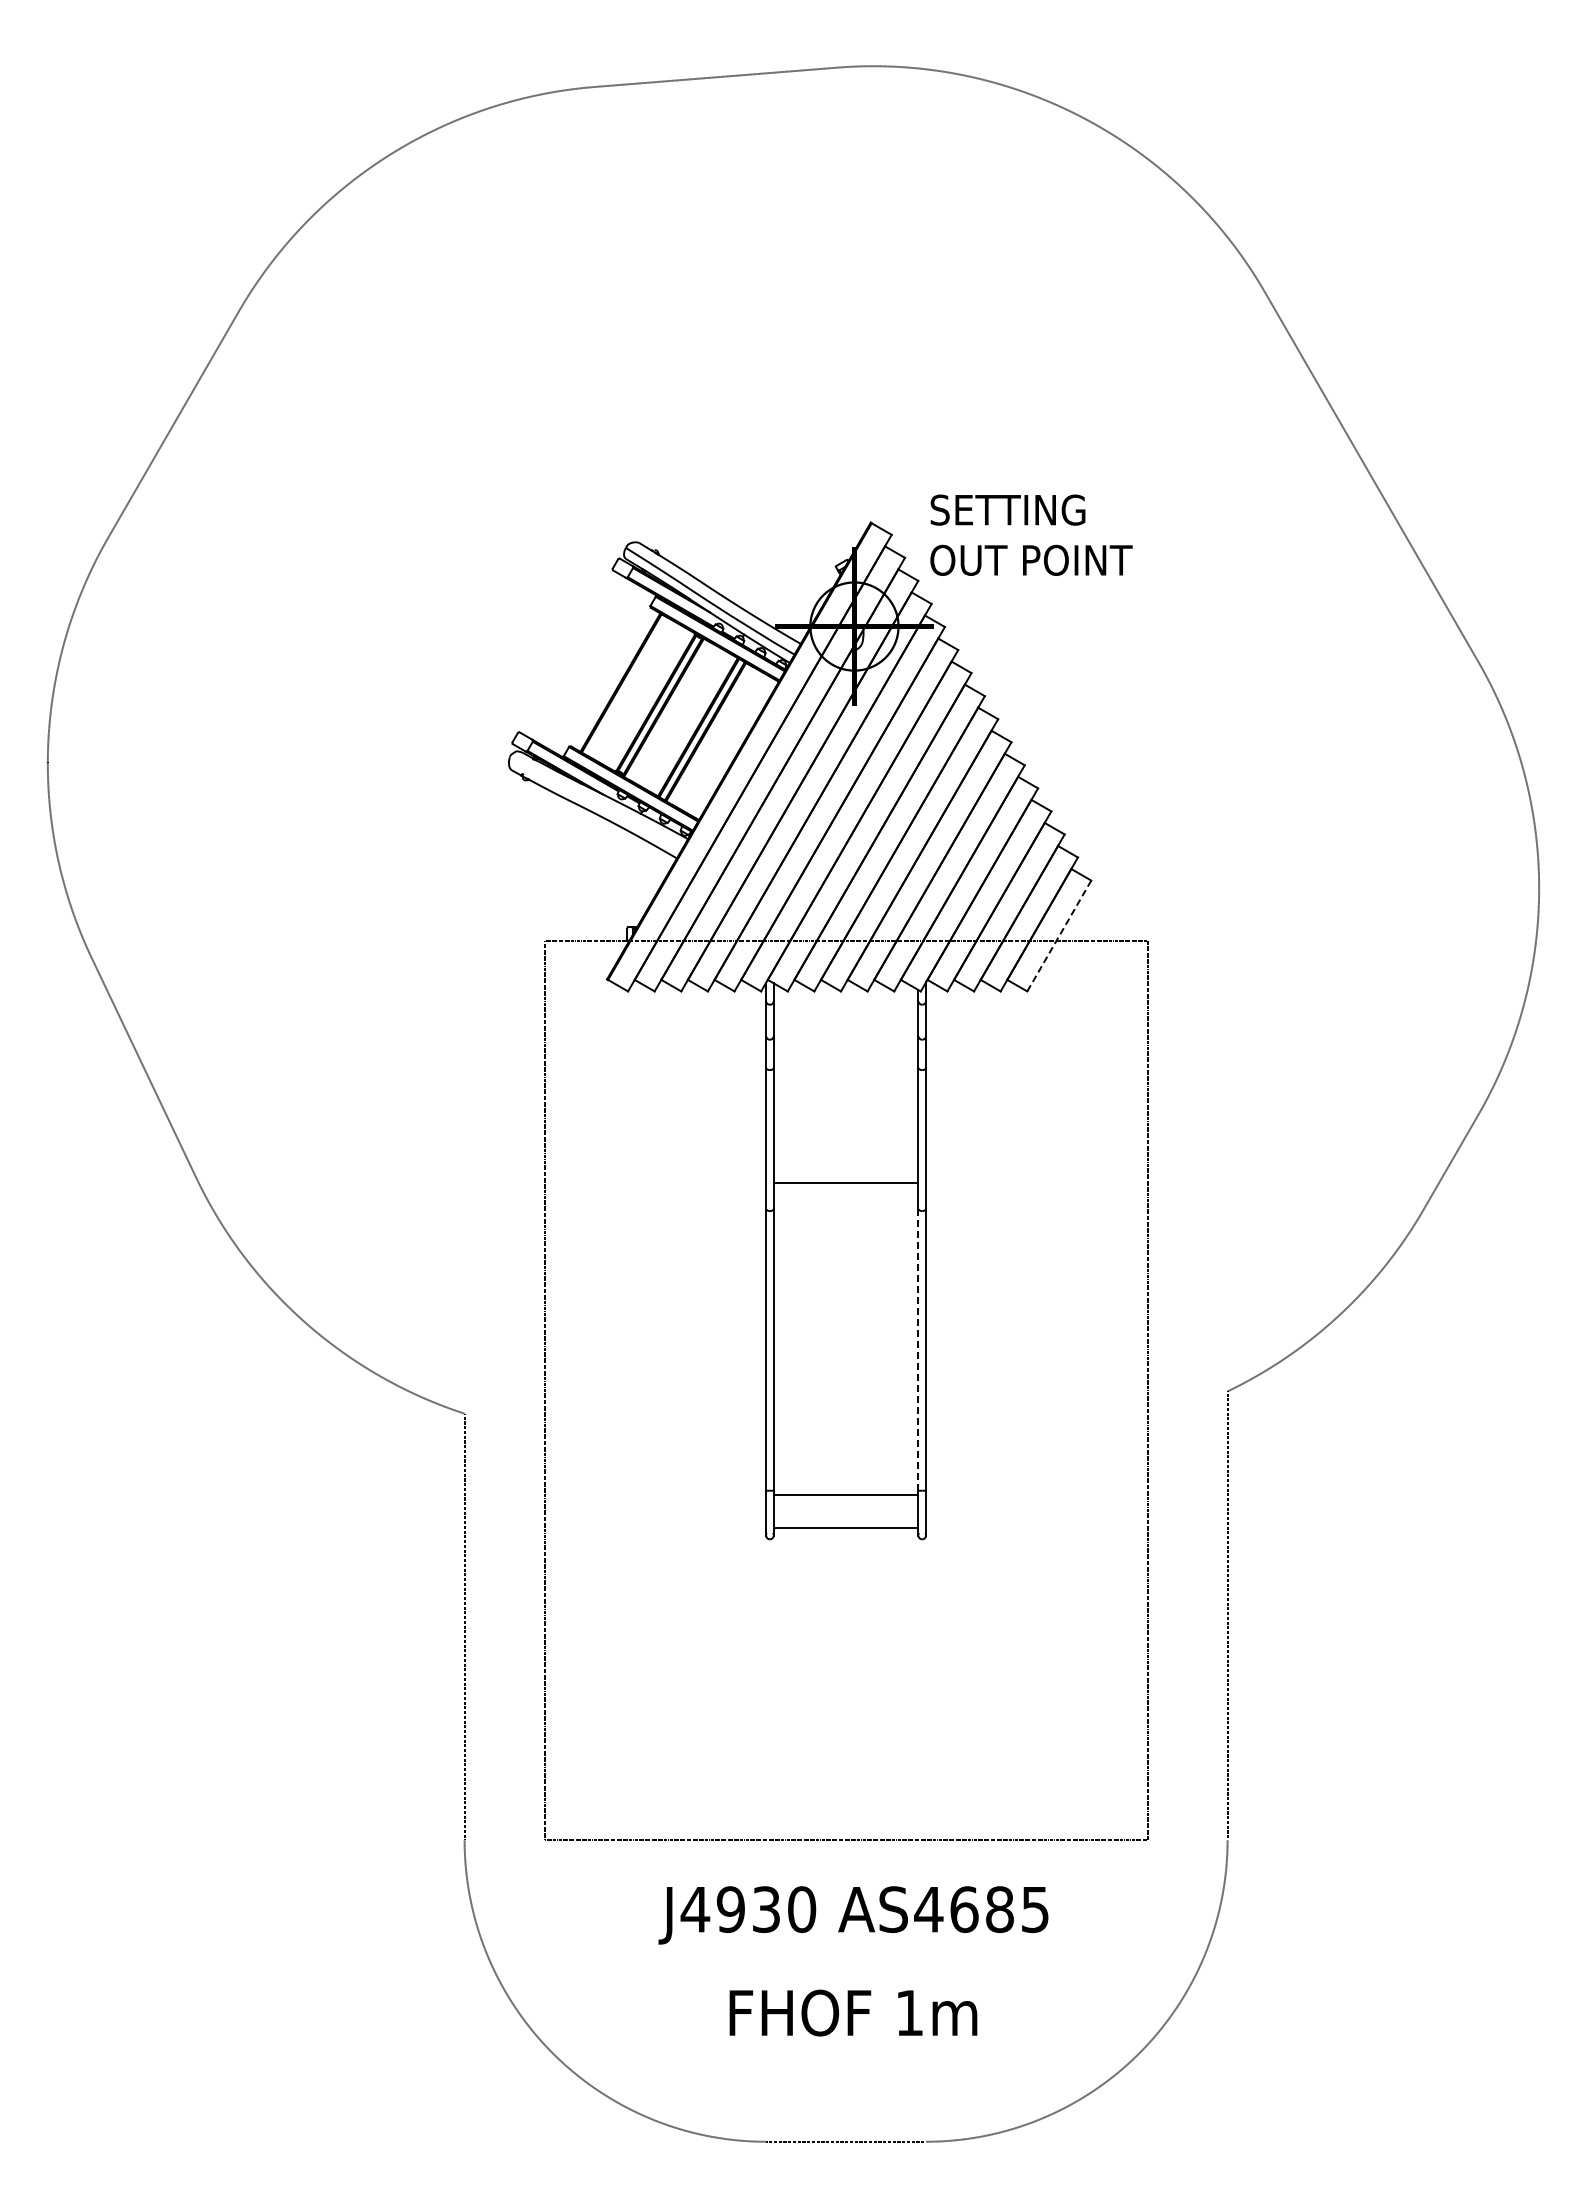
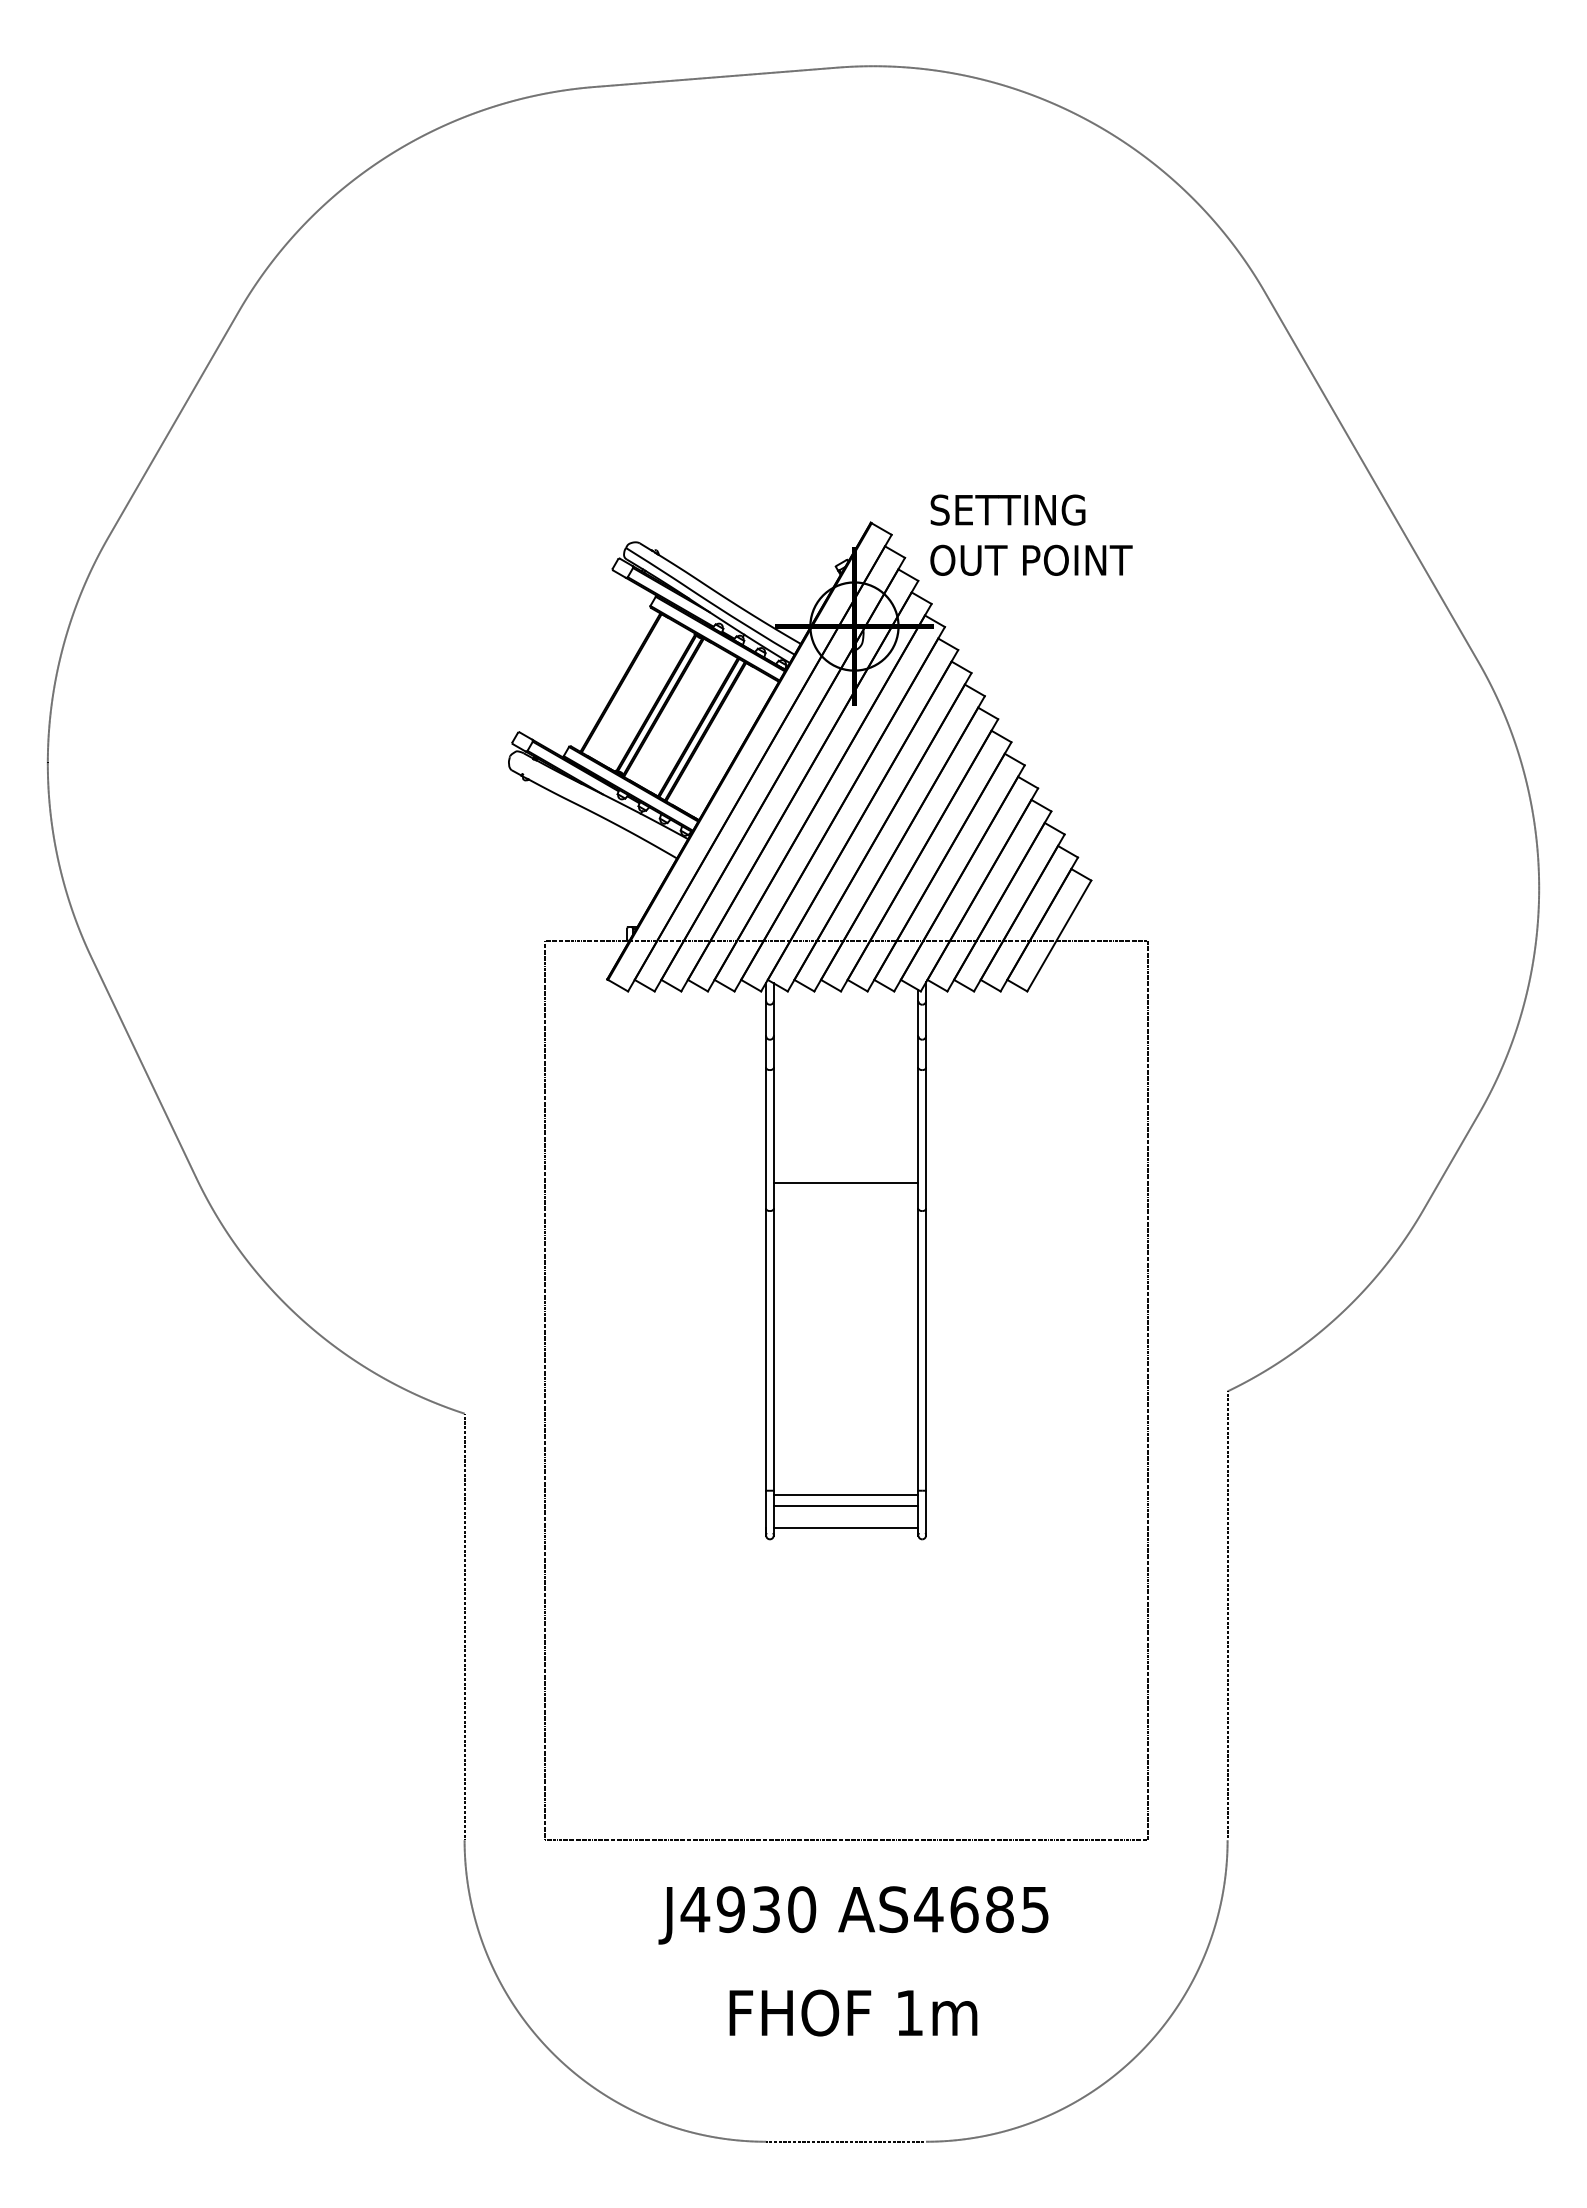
line at (1059, 935): dashed -> solid
line at (918, 1349): dashed -> solid
line at (845, 1505): none -> present
